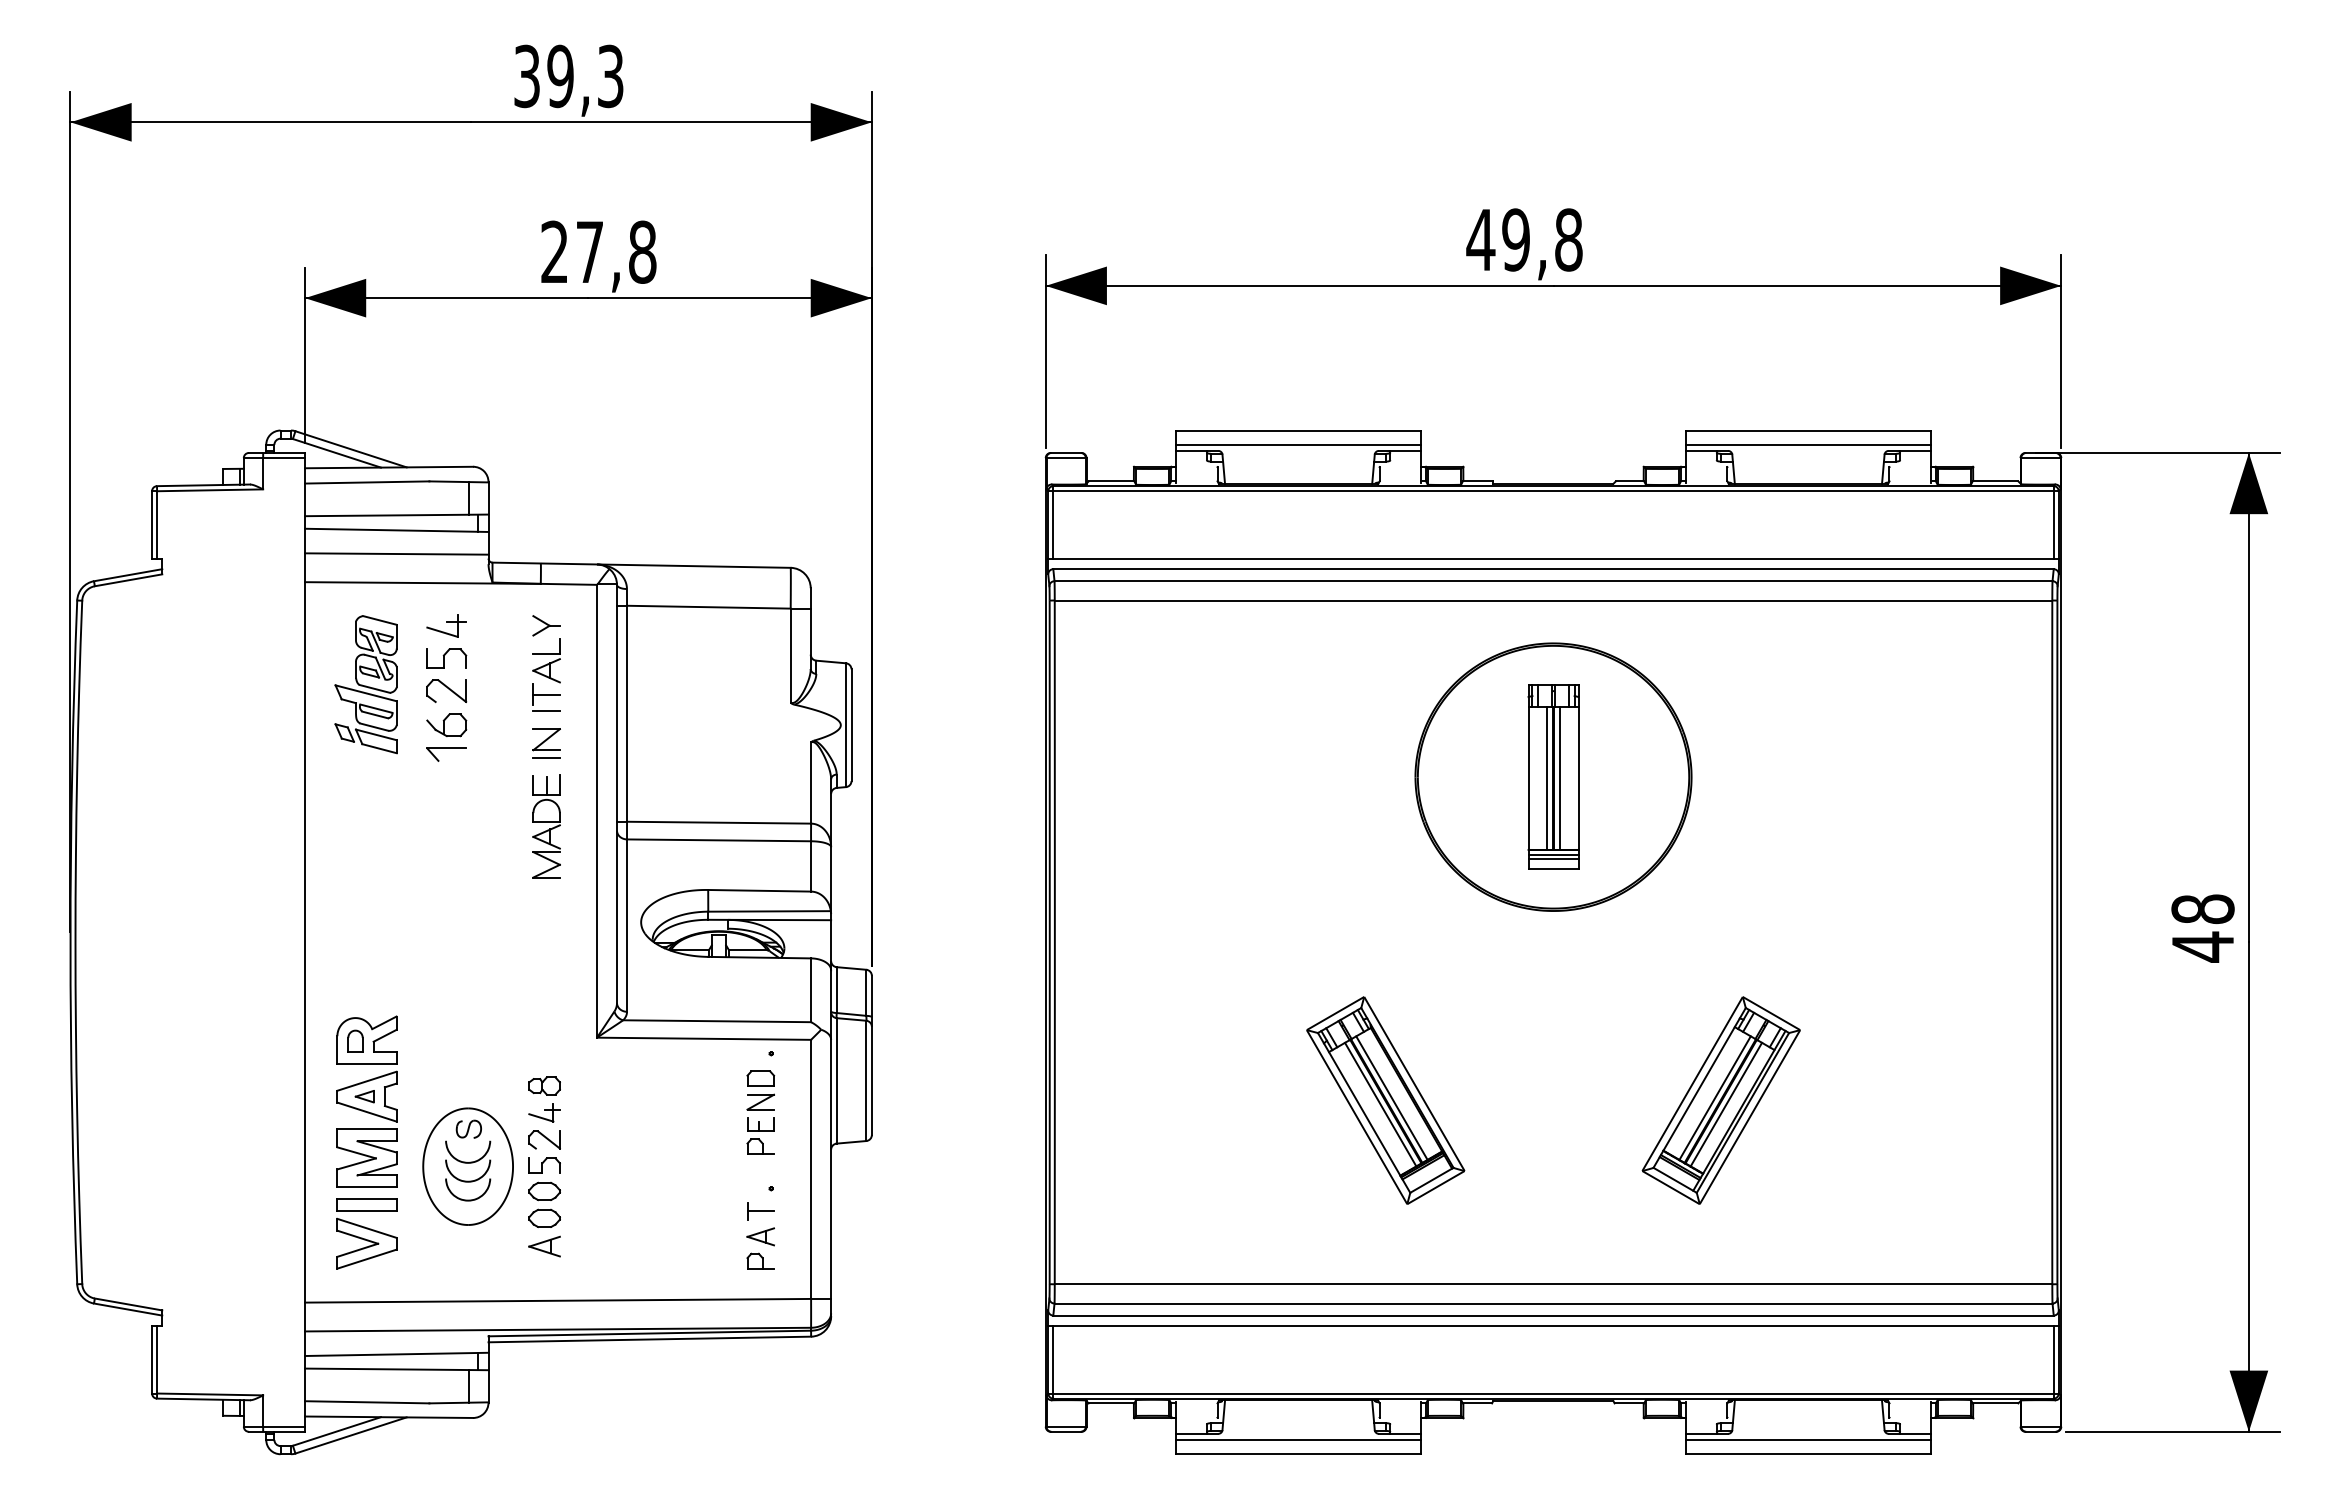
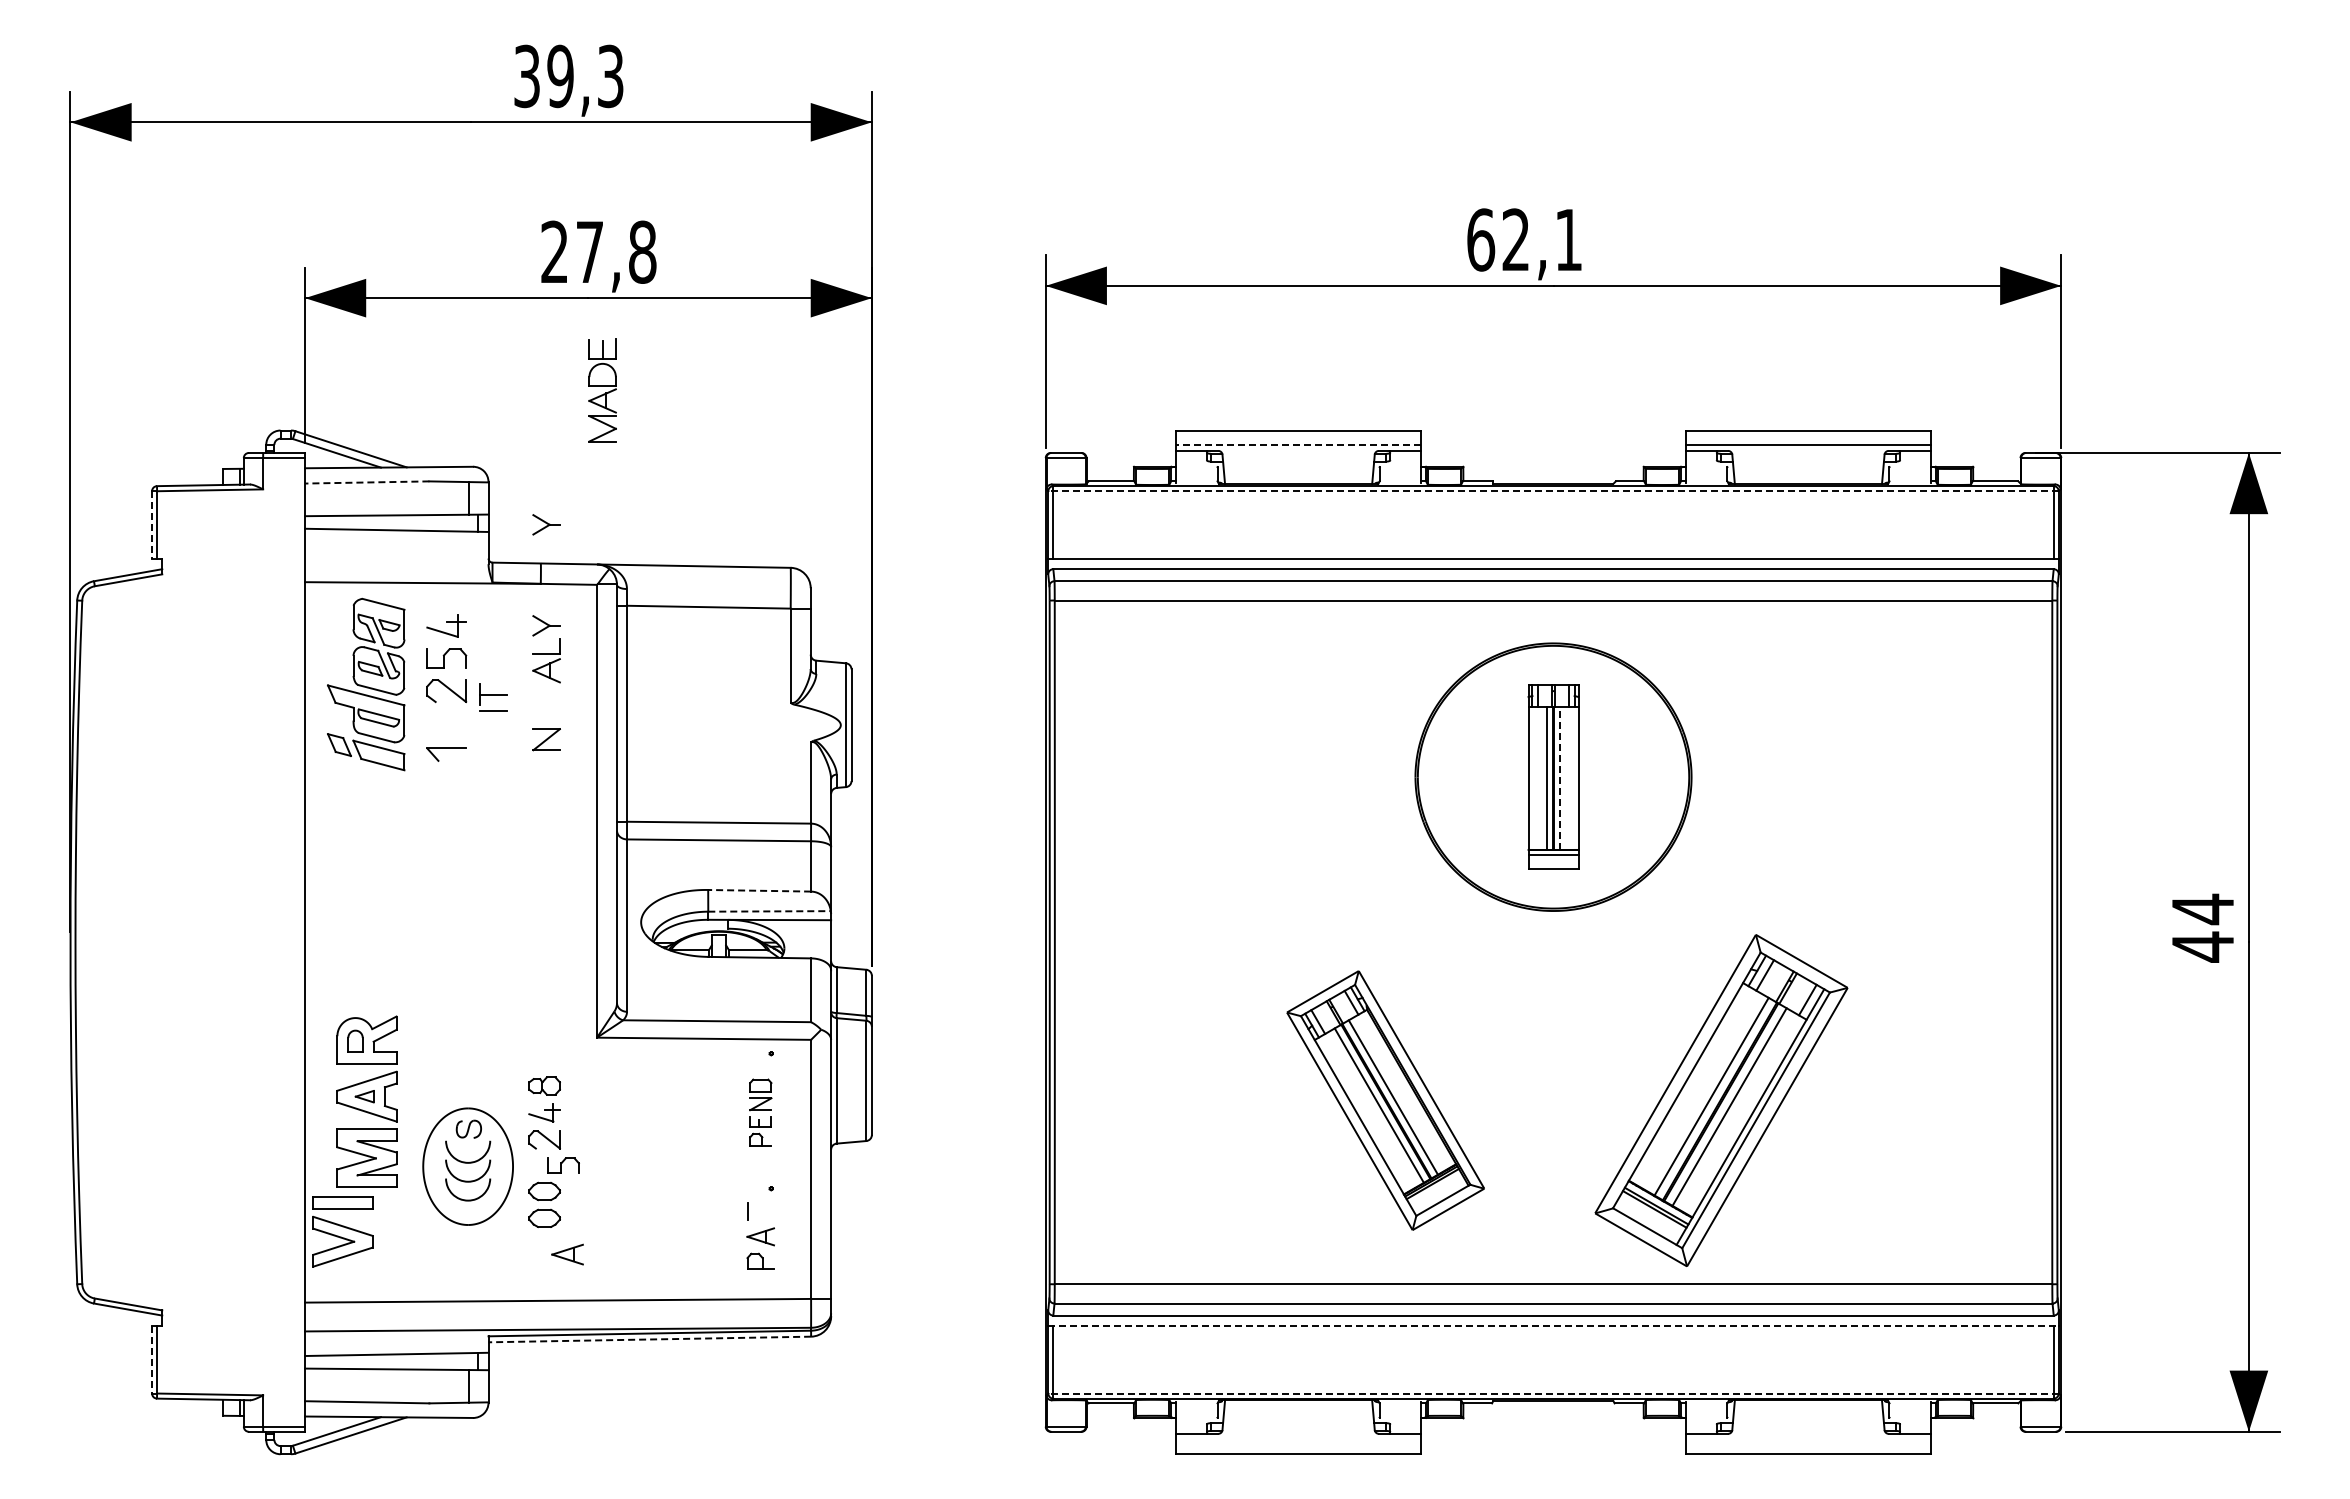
text at (1524, 239): 49,8 -> 62,1
line at (1298, 444): solid -> dashed
line at (366, 482): solid -> dashed
line at (1553, 491): solid -> dashed
part at (546, 524): none -> present
line at (152, 525): solid -> dashed
line at (396, 553): present -> none
part at (365, 684) size: 64x140 px -> 79x175 px
part at (546, 697) position: (546, 697) -> (493, 697)
part at (446, 725): present -> none
line at (546, 758): present -> none
line at (1560, 777): solid -> dashed
part at (546, 826) position: (546, 826) -> (602, 390)
line at (1553, 859): present -> none
line at (759, 890): solid -> dashed
text at (2202, 909): 48 -> 44
line at (770, 911): solid -> dashed
part at (1385, 1100) size: 160x209 px -> 199x261 px
part at (1720, 1100) size: 160x209 px -> 255x333 px
part at (760, 1112) size: 30x85 px -> 24x69 px
part at (544, 1165) position: (544, 1165) -> (563, 1165)
line at (760, 1211): present -> none
part at (366, 1233) position: (366, 1233) -> (342, 1231)
part at (544, 1246) position: (544, 1246) -> (567, 1254)
line at (1554, 1325): solid -> dashed
line at (649, 1339): solid -> dashed
line at (152, 1359): solid -> dashed
line at (1553, 1393): solid -> dashed
line at (1298, 1439): present -> none
line at (1808, 1439): present -> none
